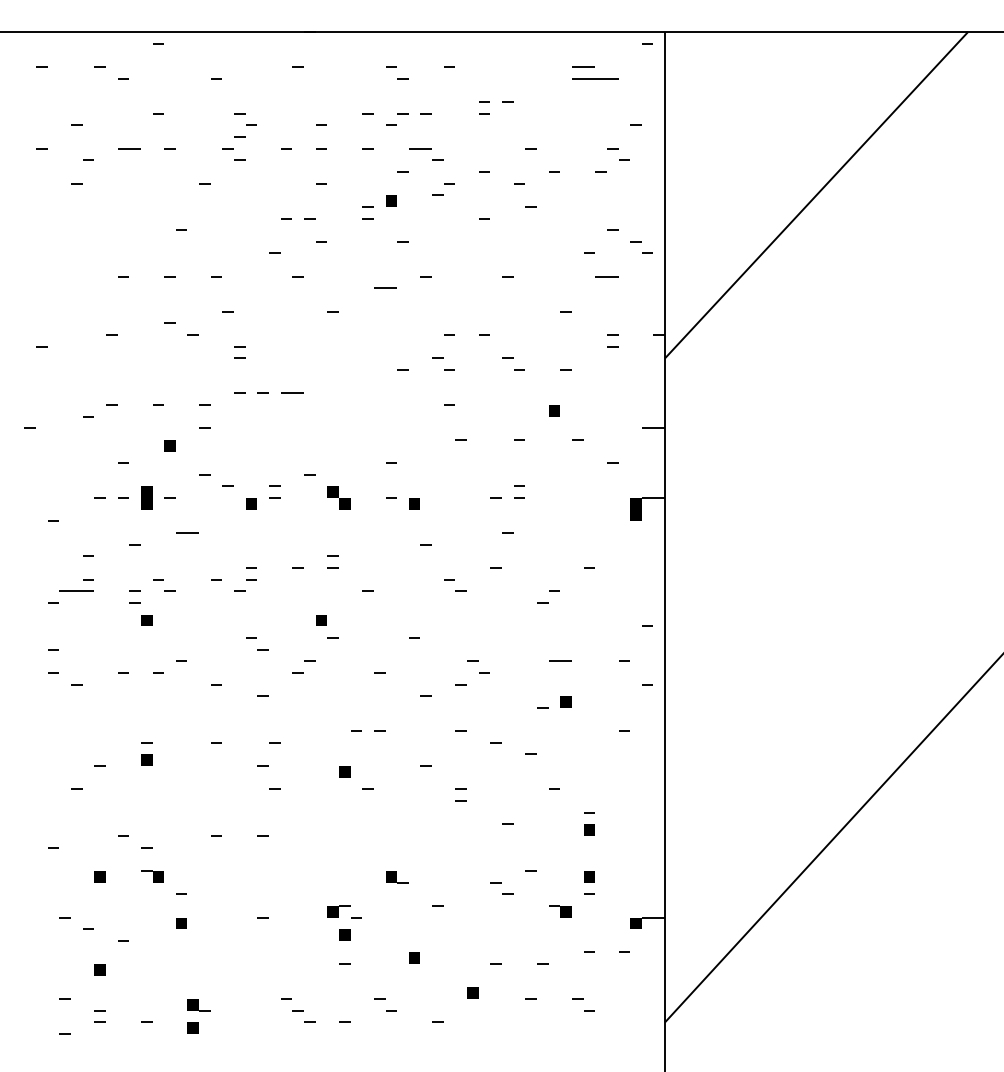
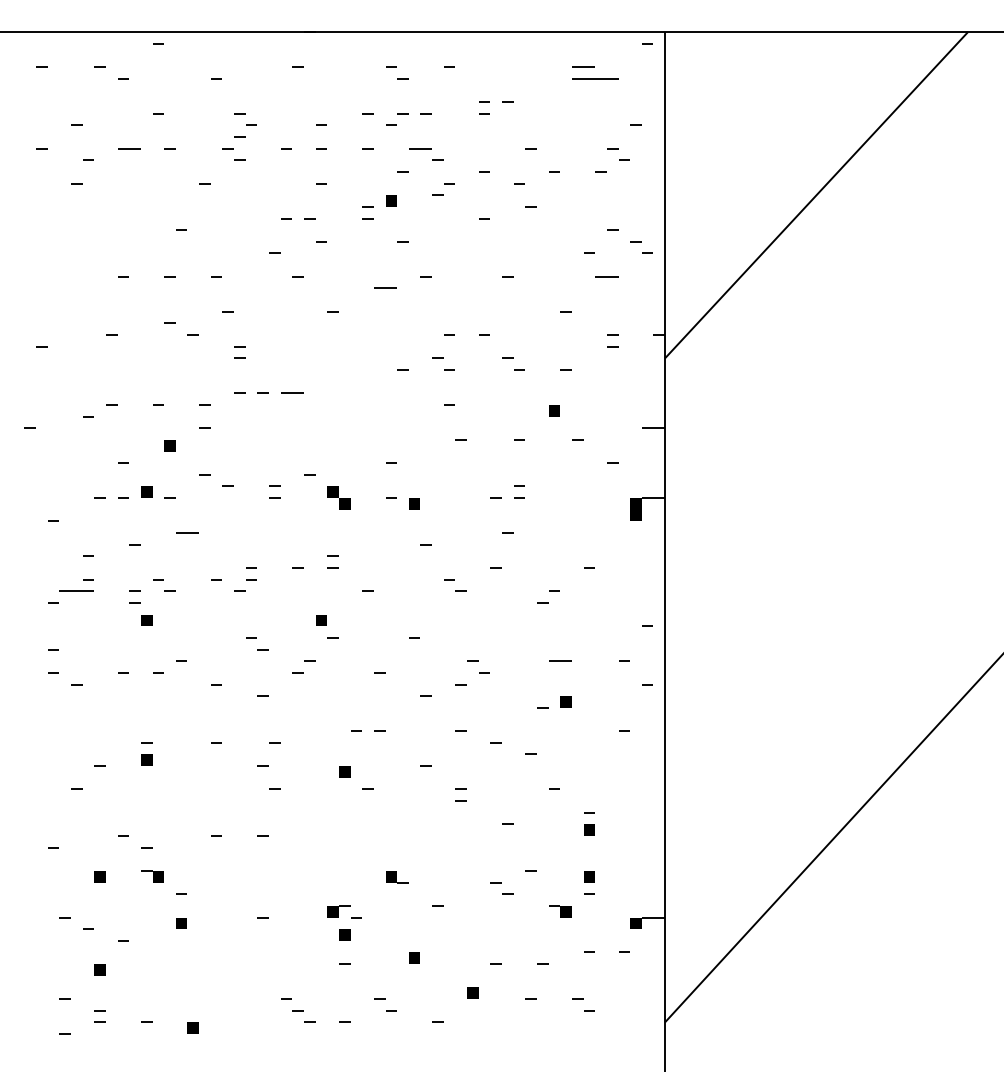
fill at (146, 503): present -> none
fill at (251, 503): present -> none
part at (198, 1005): present -> none
